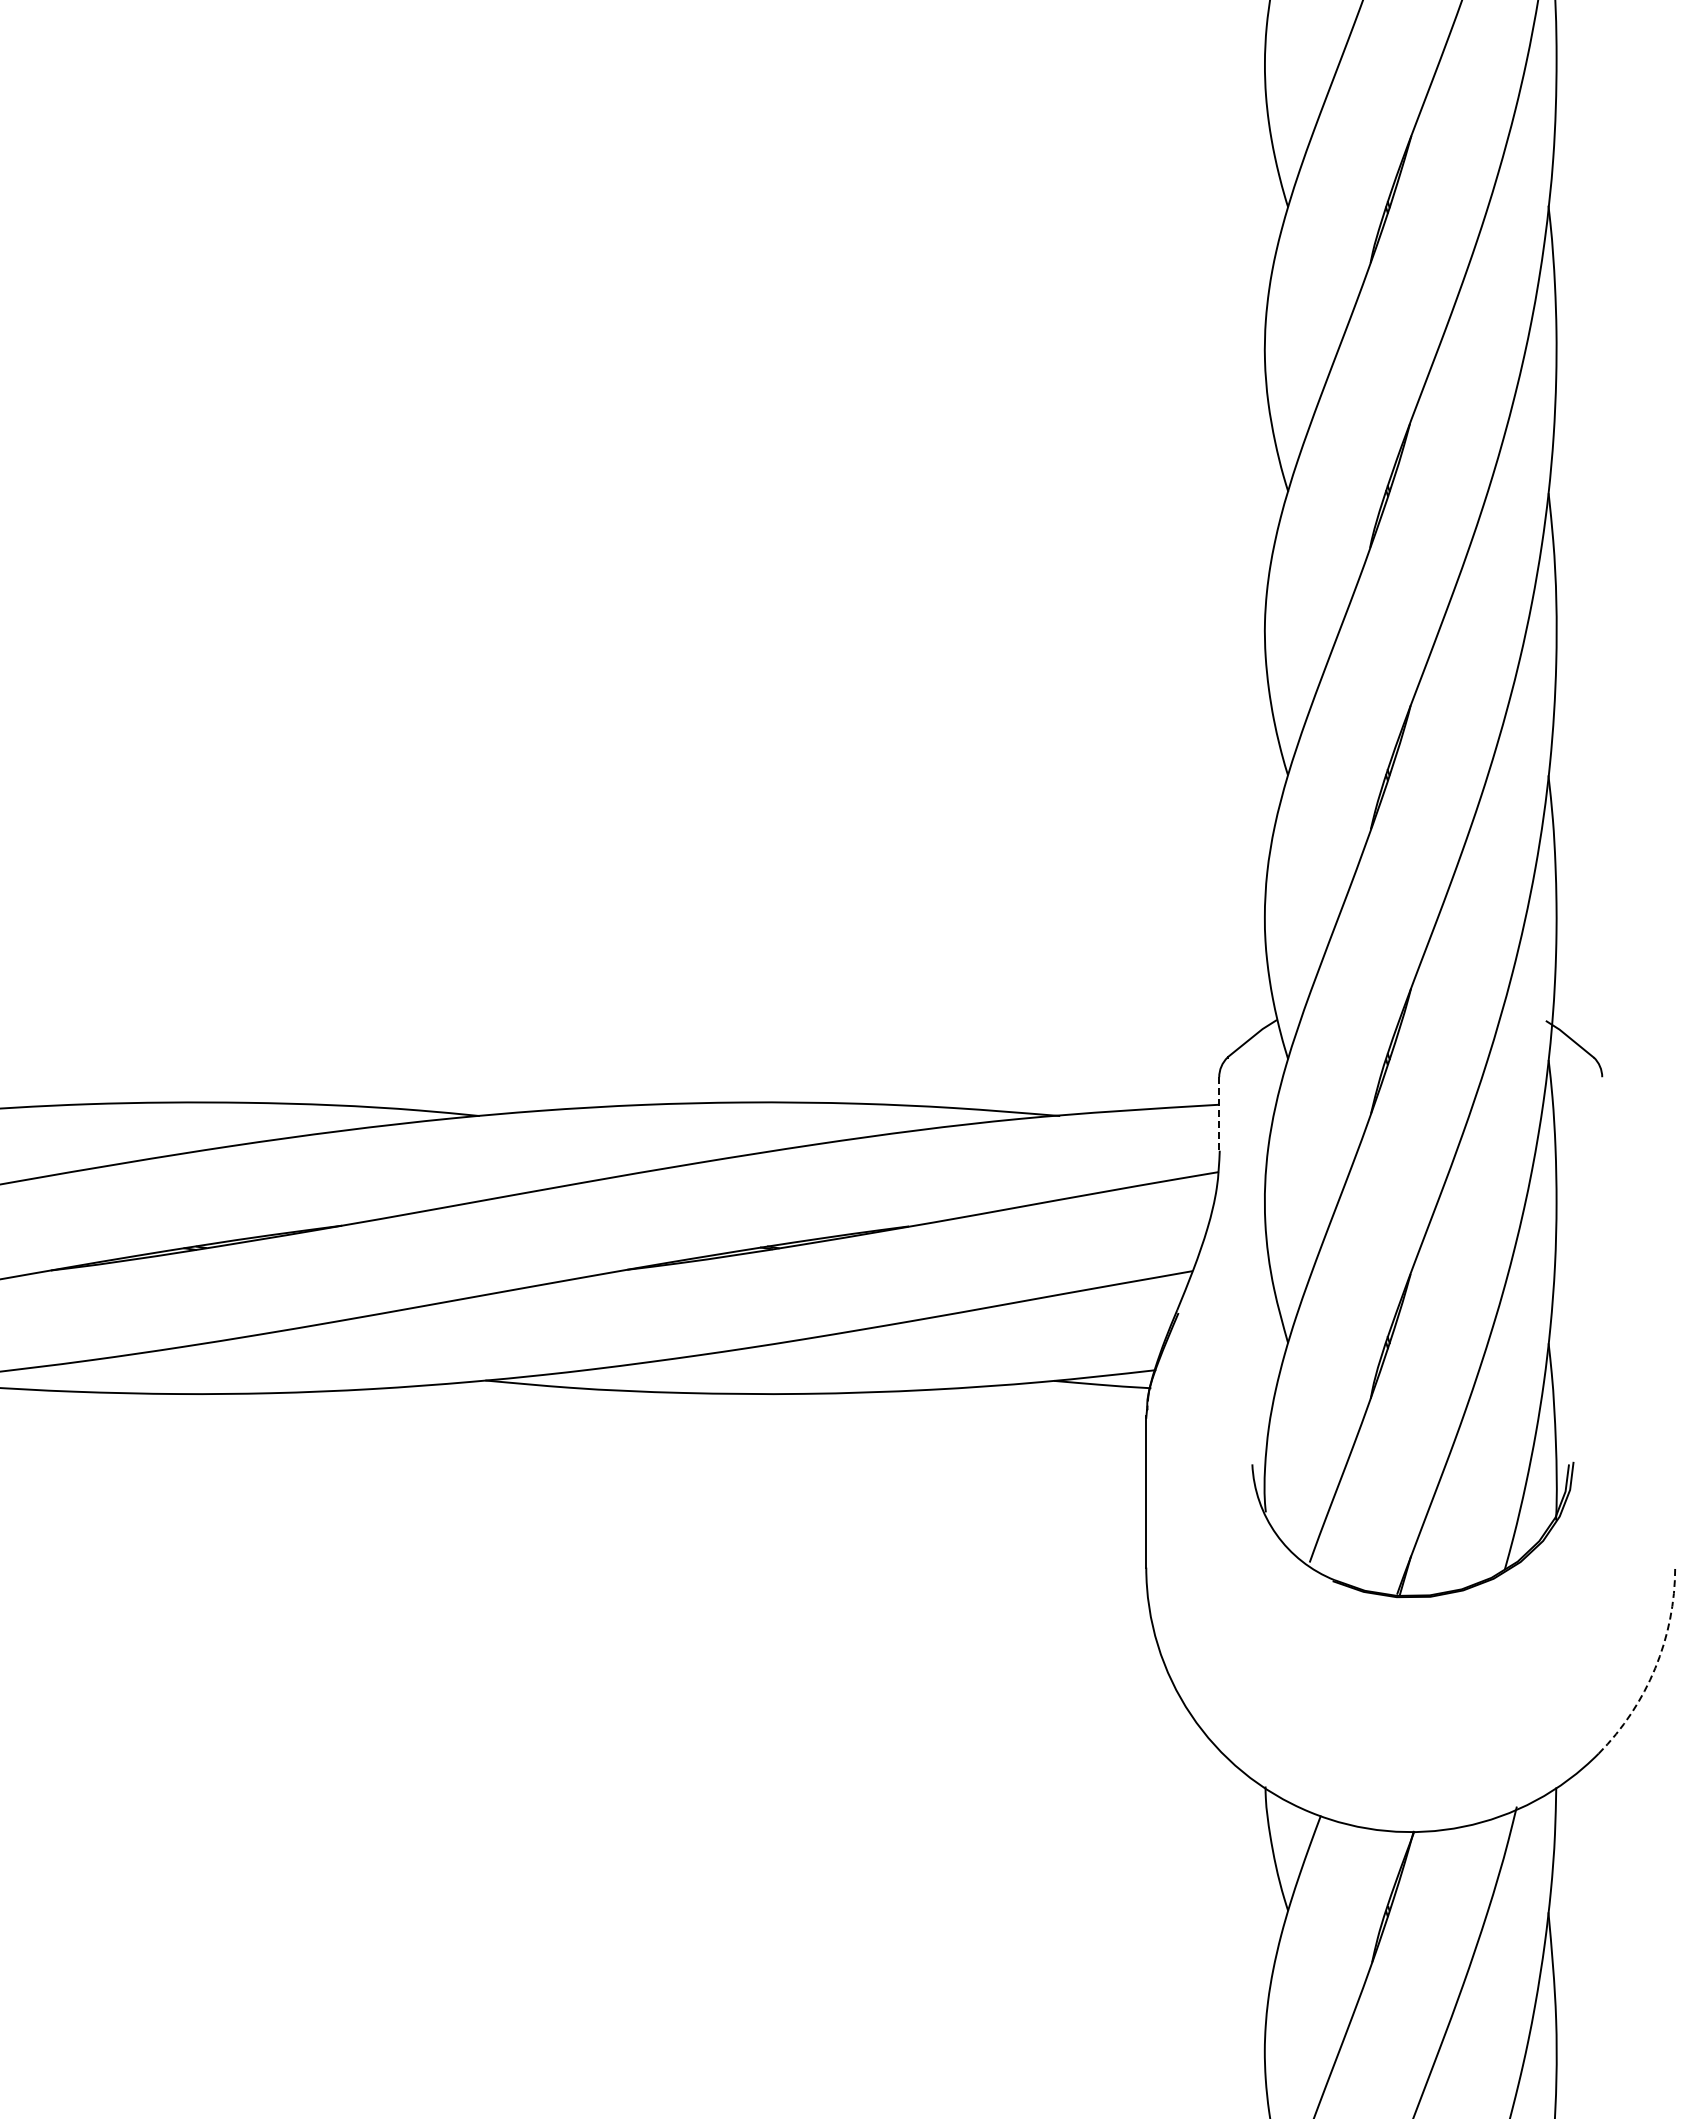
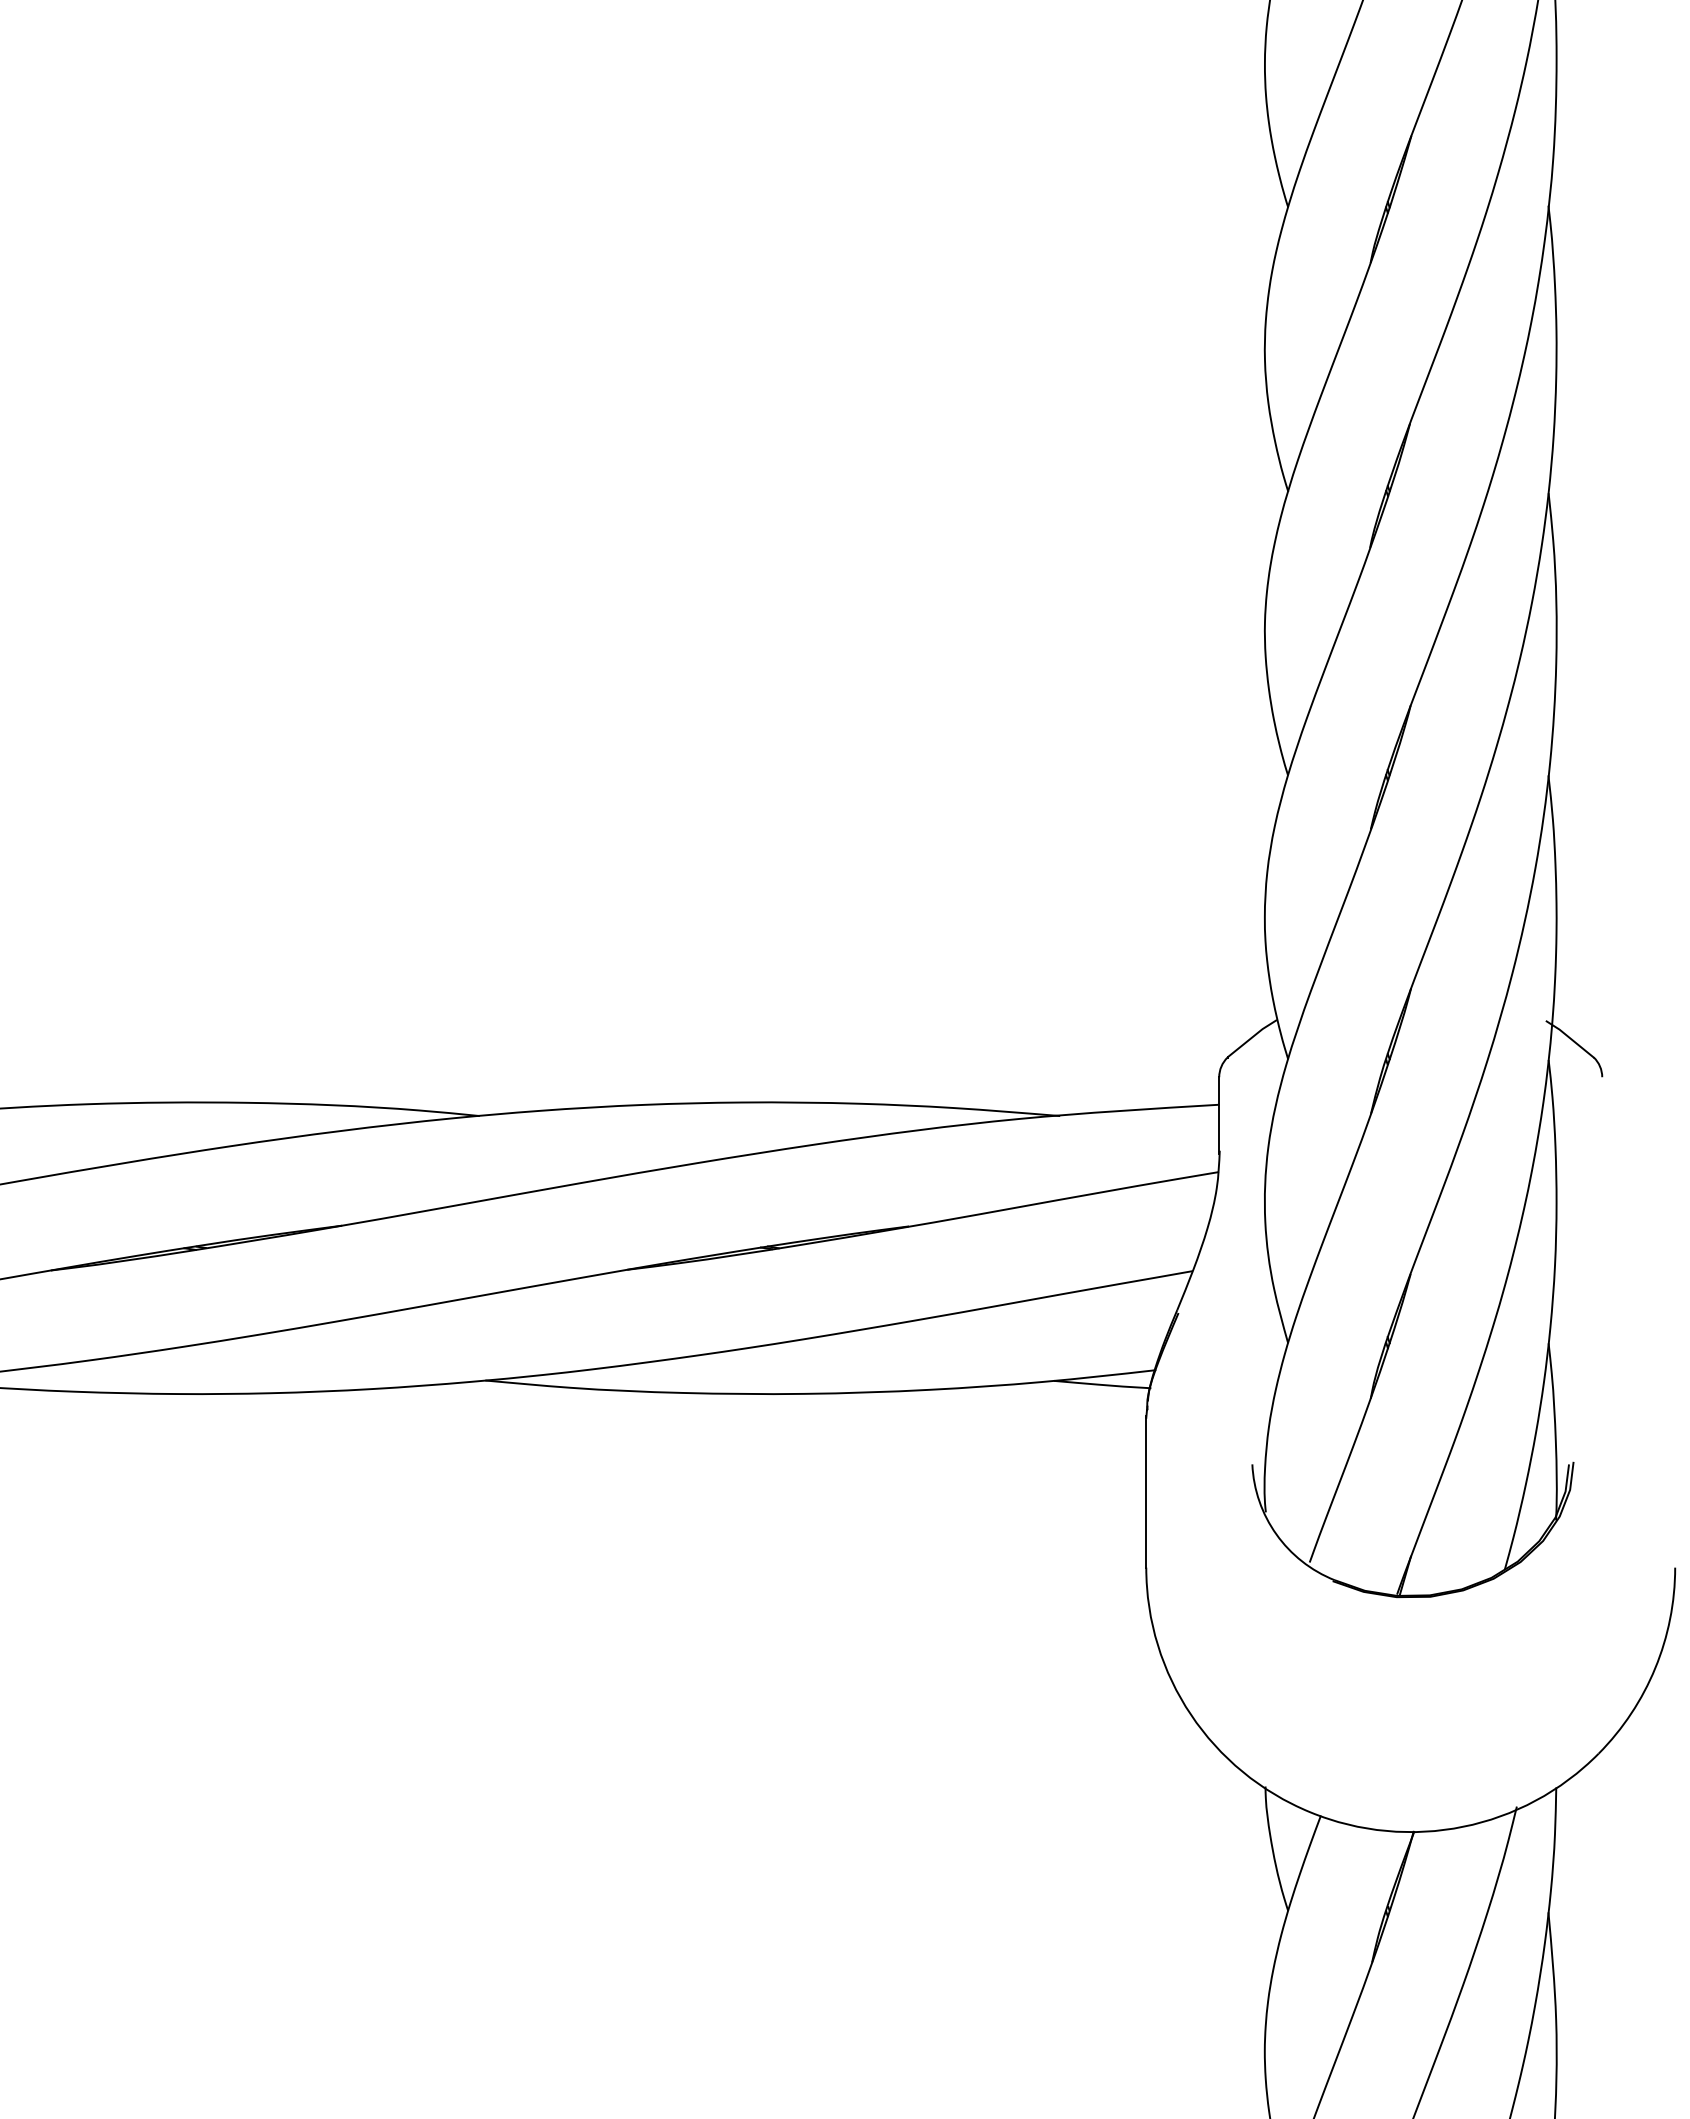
line at (1219, 1116): dashed -> solid
arc at (1655, 1668): dashed -> solid
